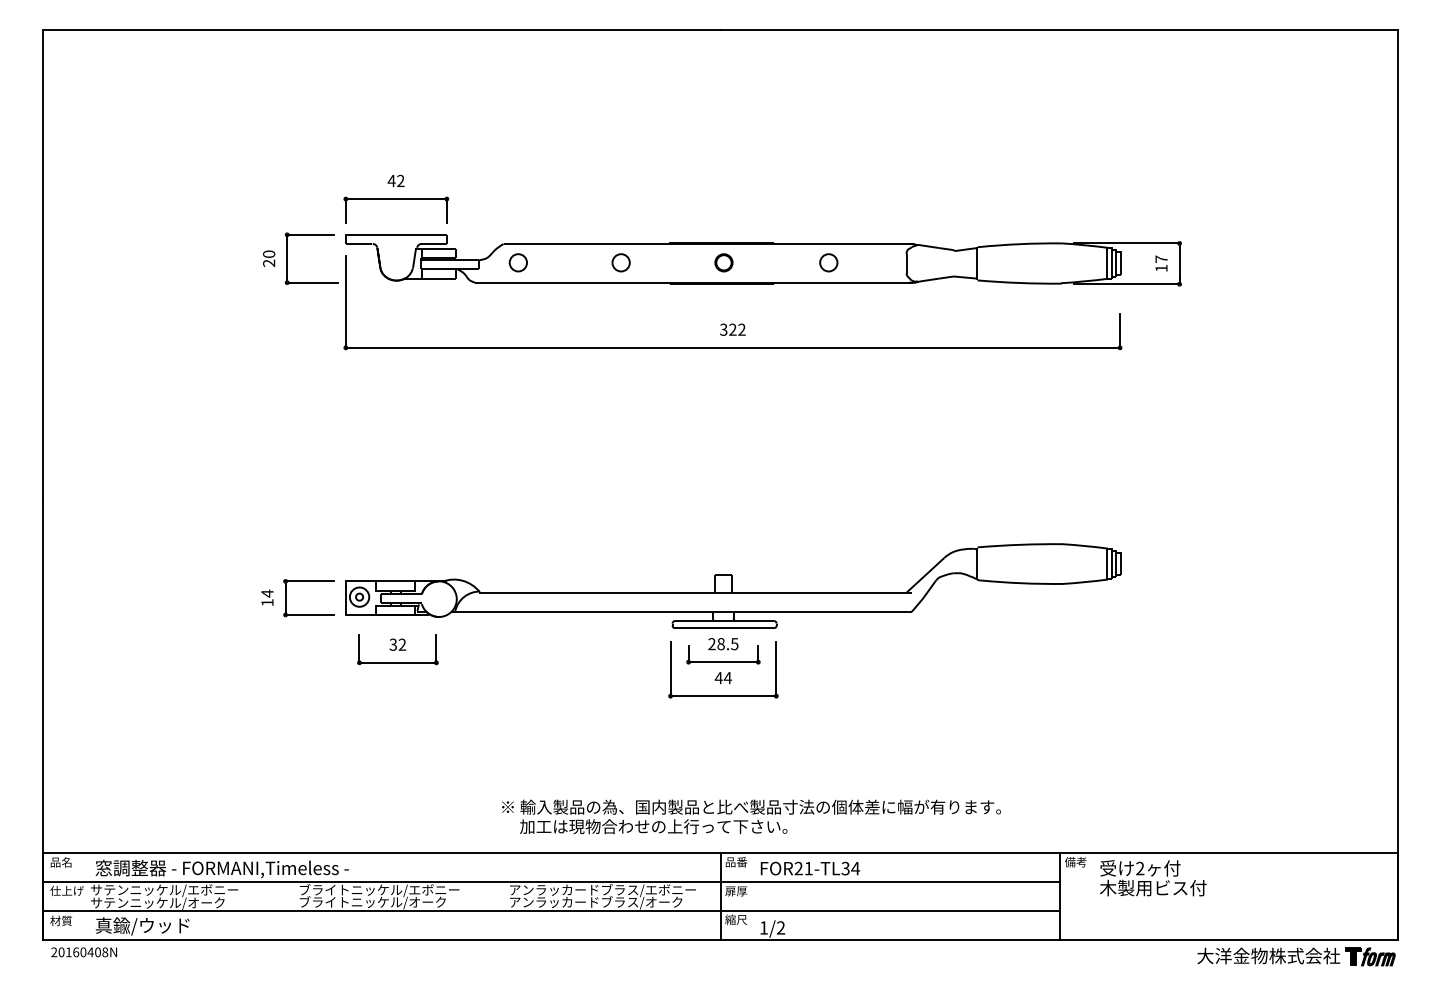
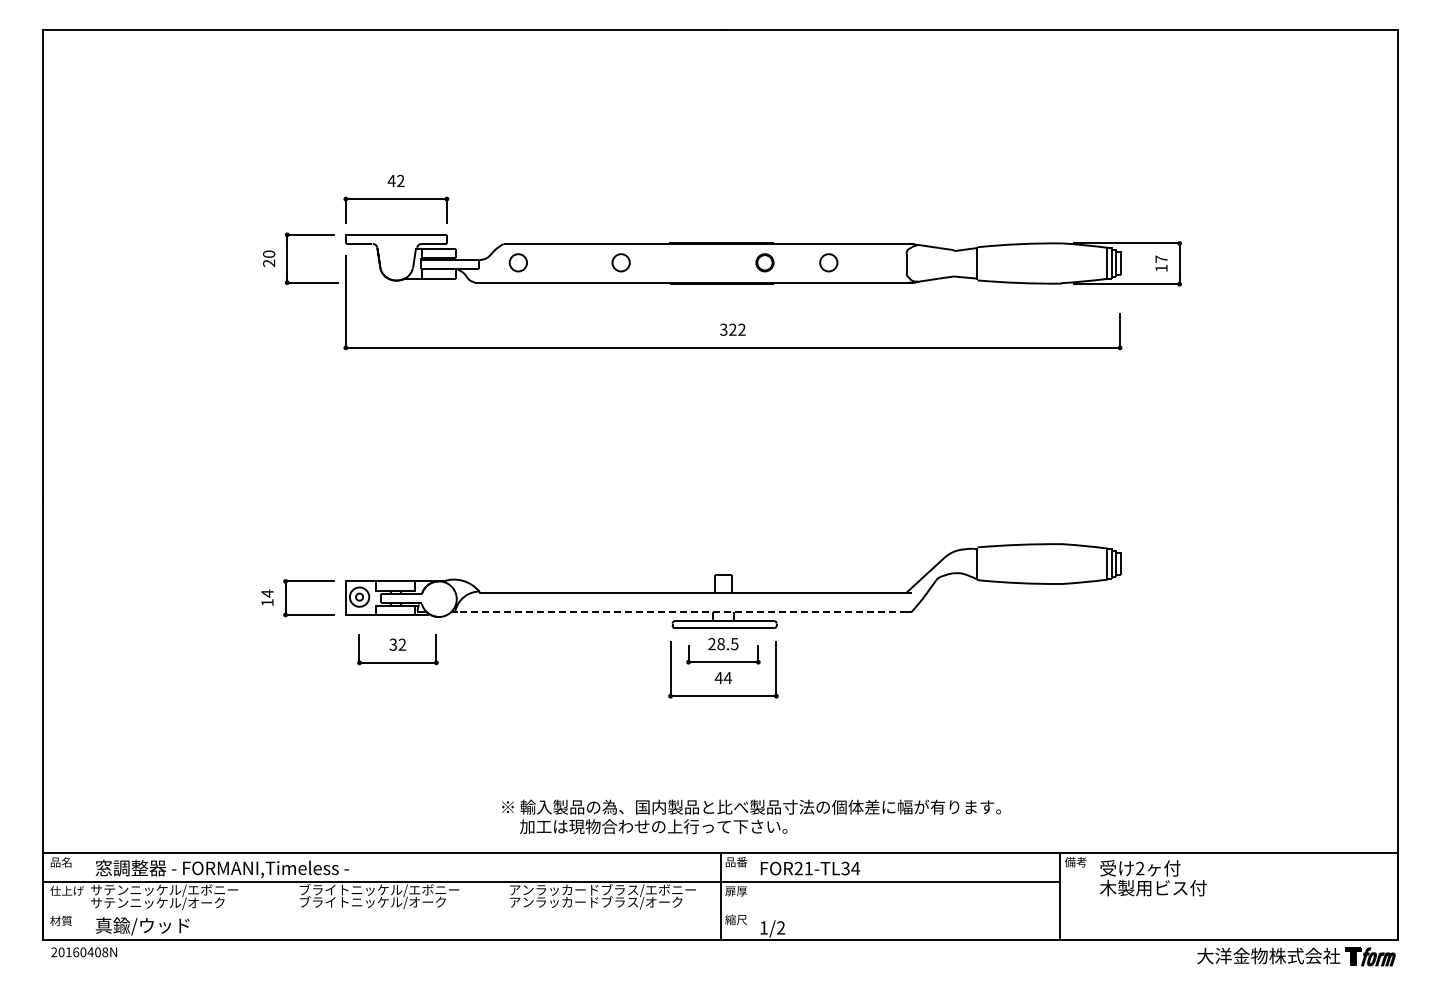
part at (723, 262) position: (723, 262) -> (764, 262)
line at (681, 611): solid -> dashed
line at (551, 910): present -> none
